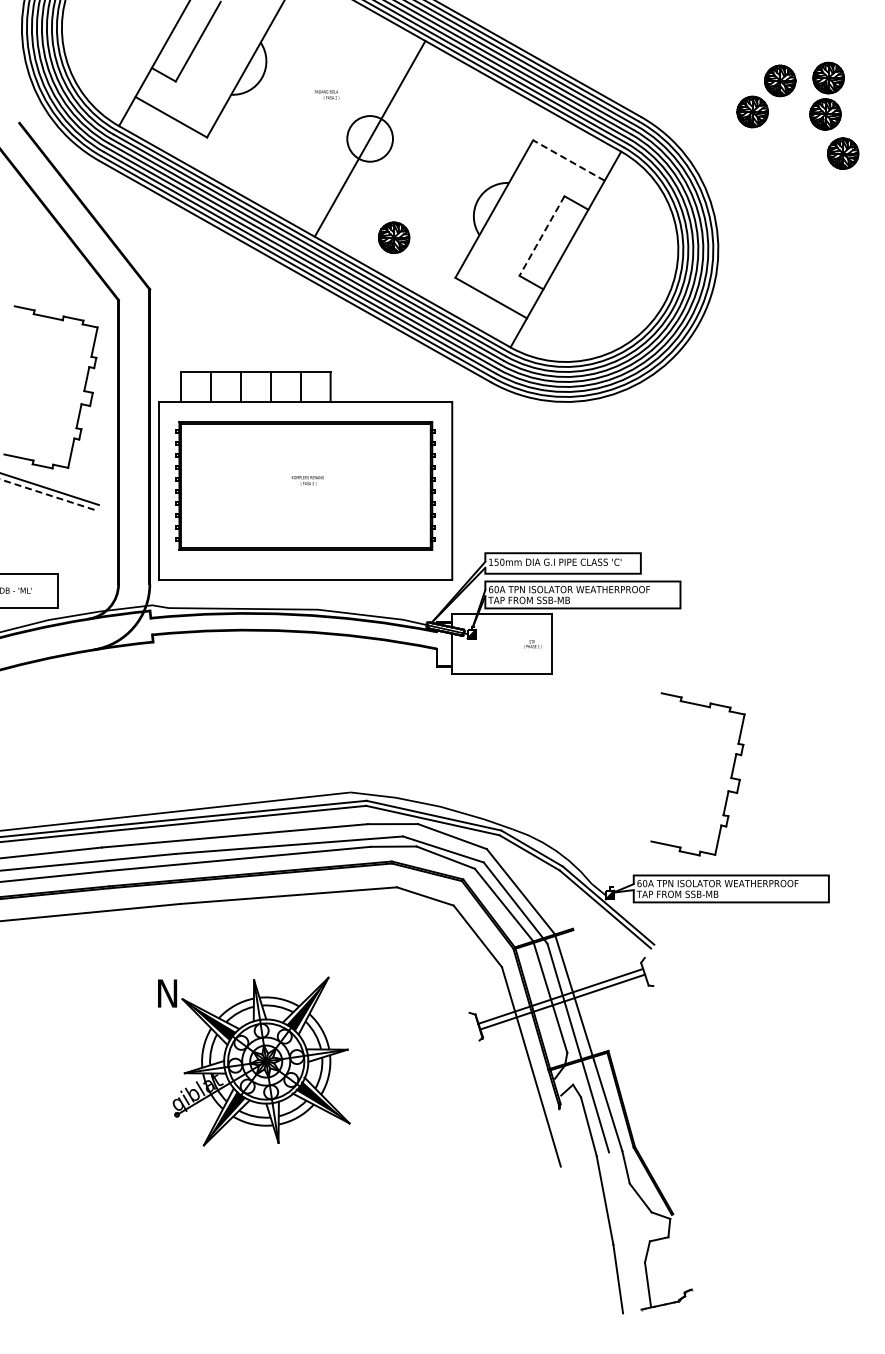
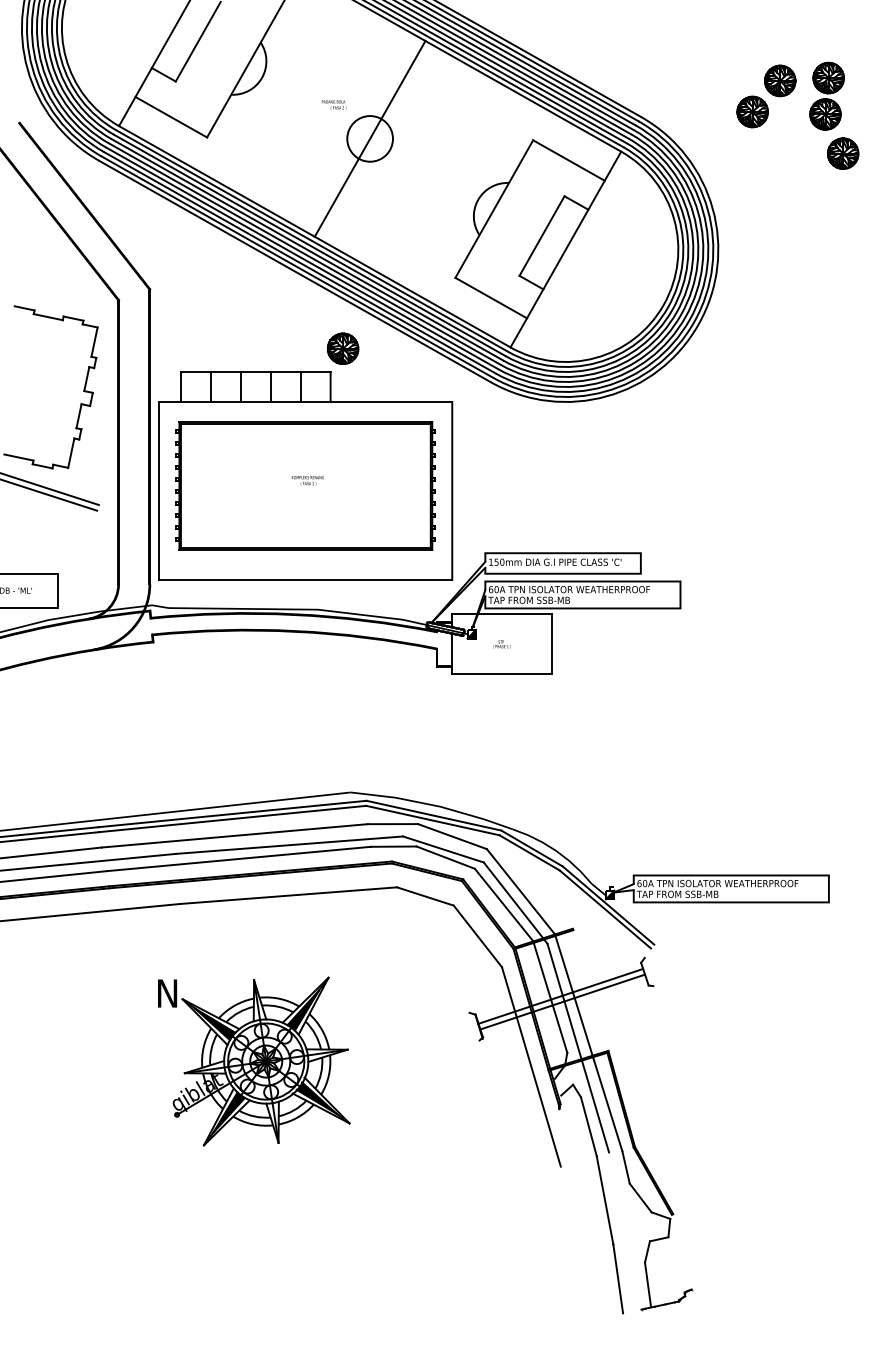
text at (327, 94) position: (327, 94) -> (334, 104)
line at (568, 160): dashed -> solid
line at (542, 236): dashed -> solid
part at (394, 237) position: (394, 237) -> (343, 348)
line at (48, 495): dashed -> solid
text at (532, 644) position: (532, 644) -> (501, 644)
part at (730, 775): present -> none
